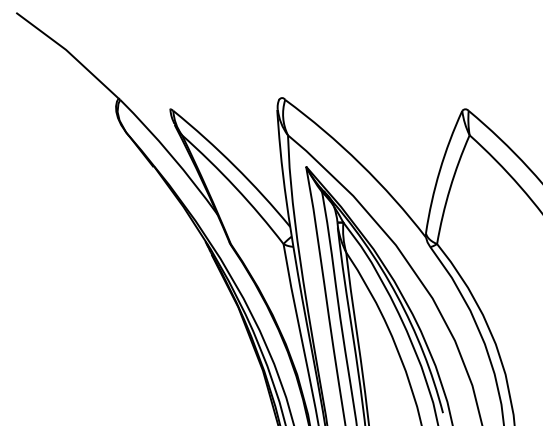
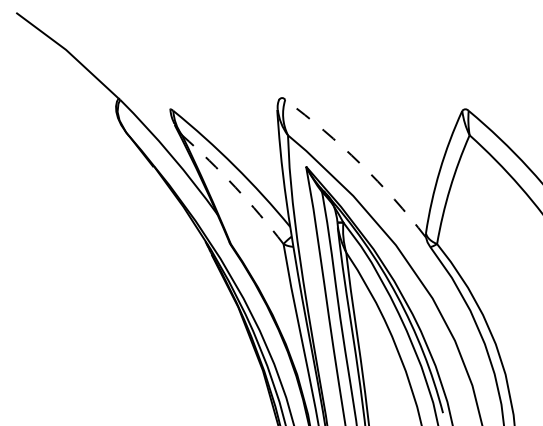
arc at (360, 163): solid -> dashed
arc at (235, 187): solid -> dashed
